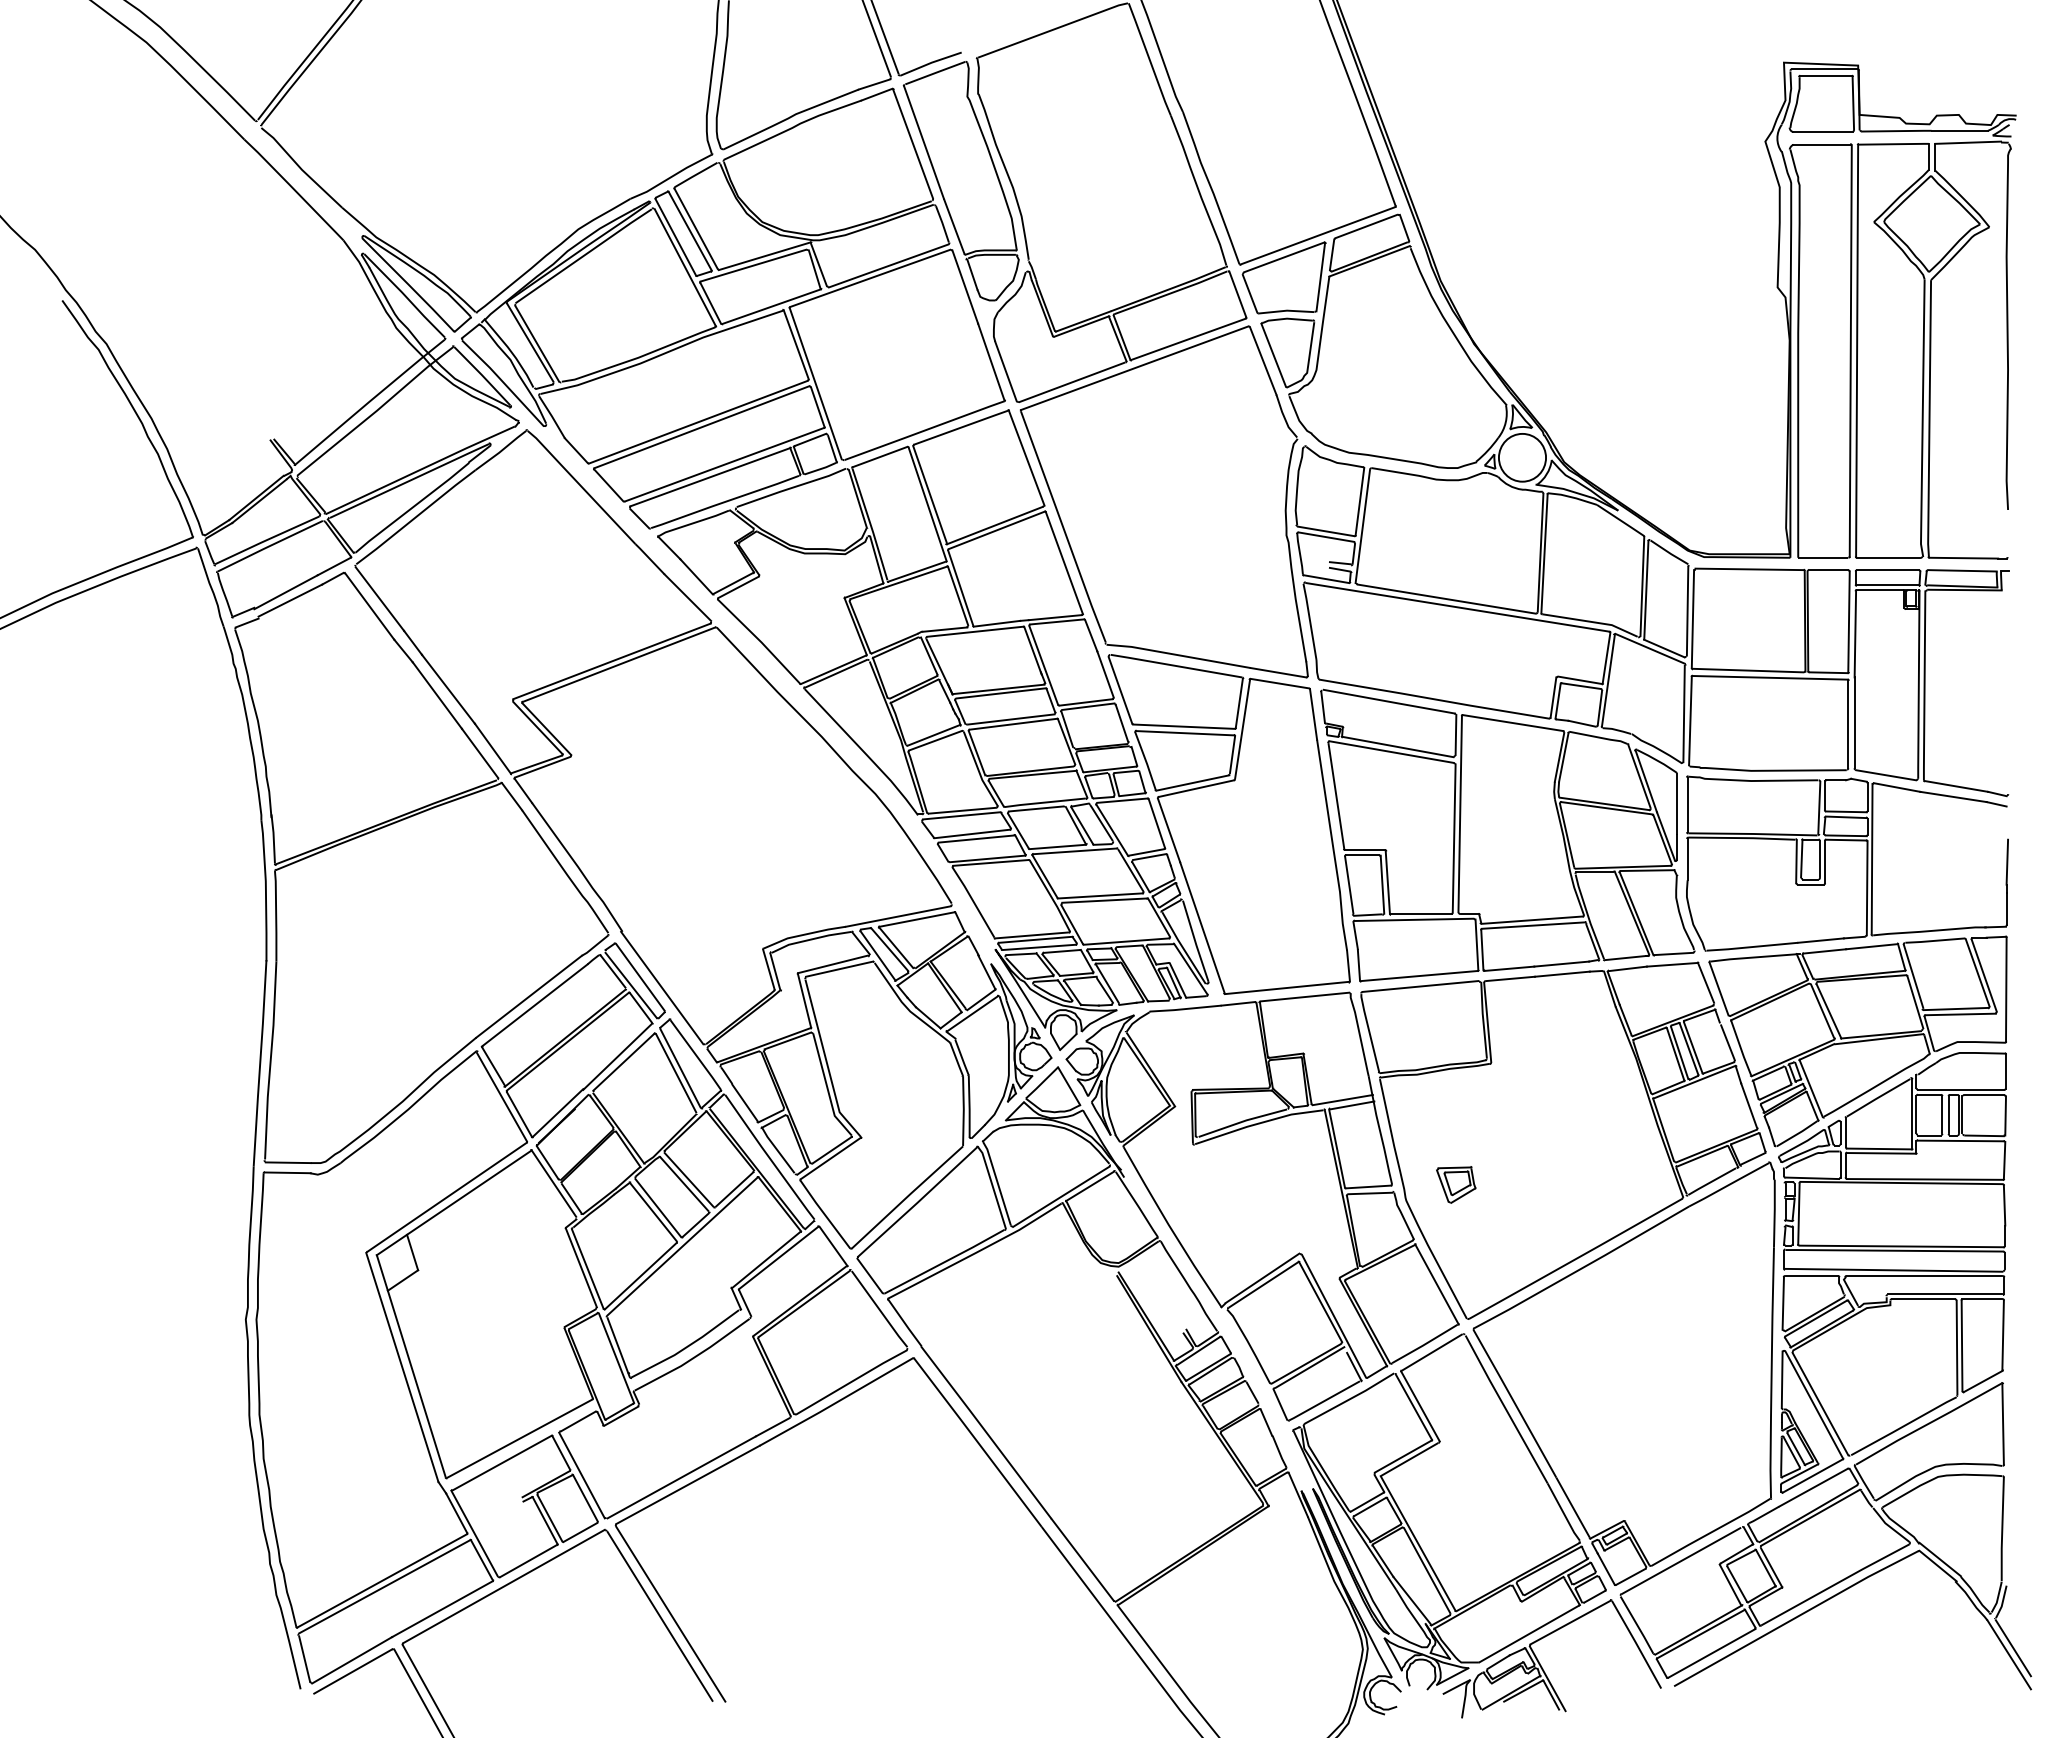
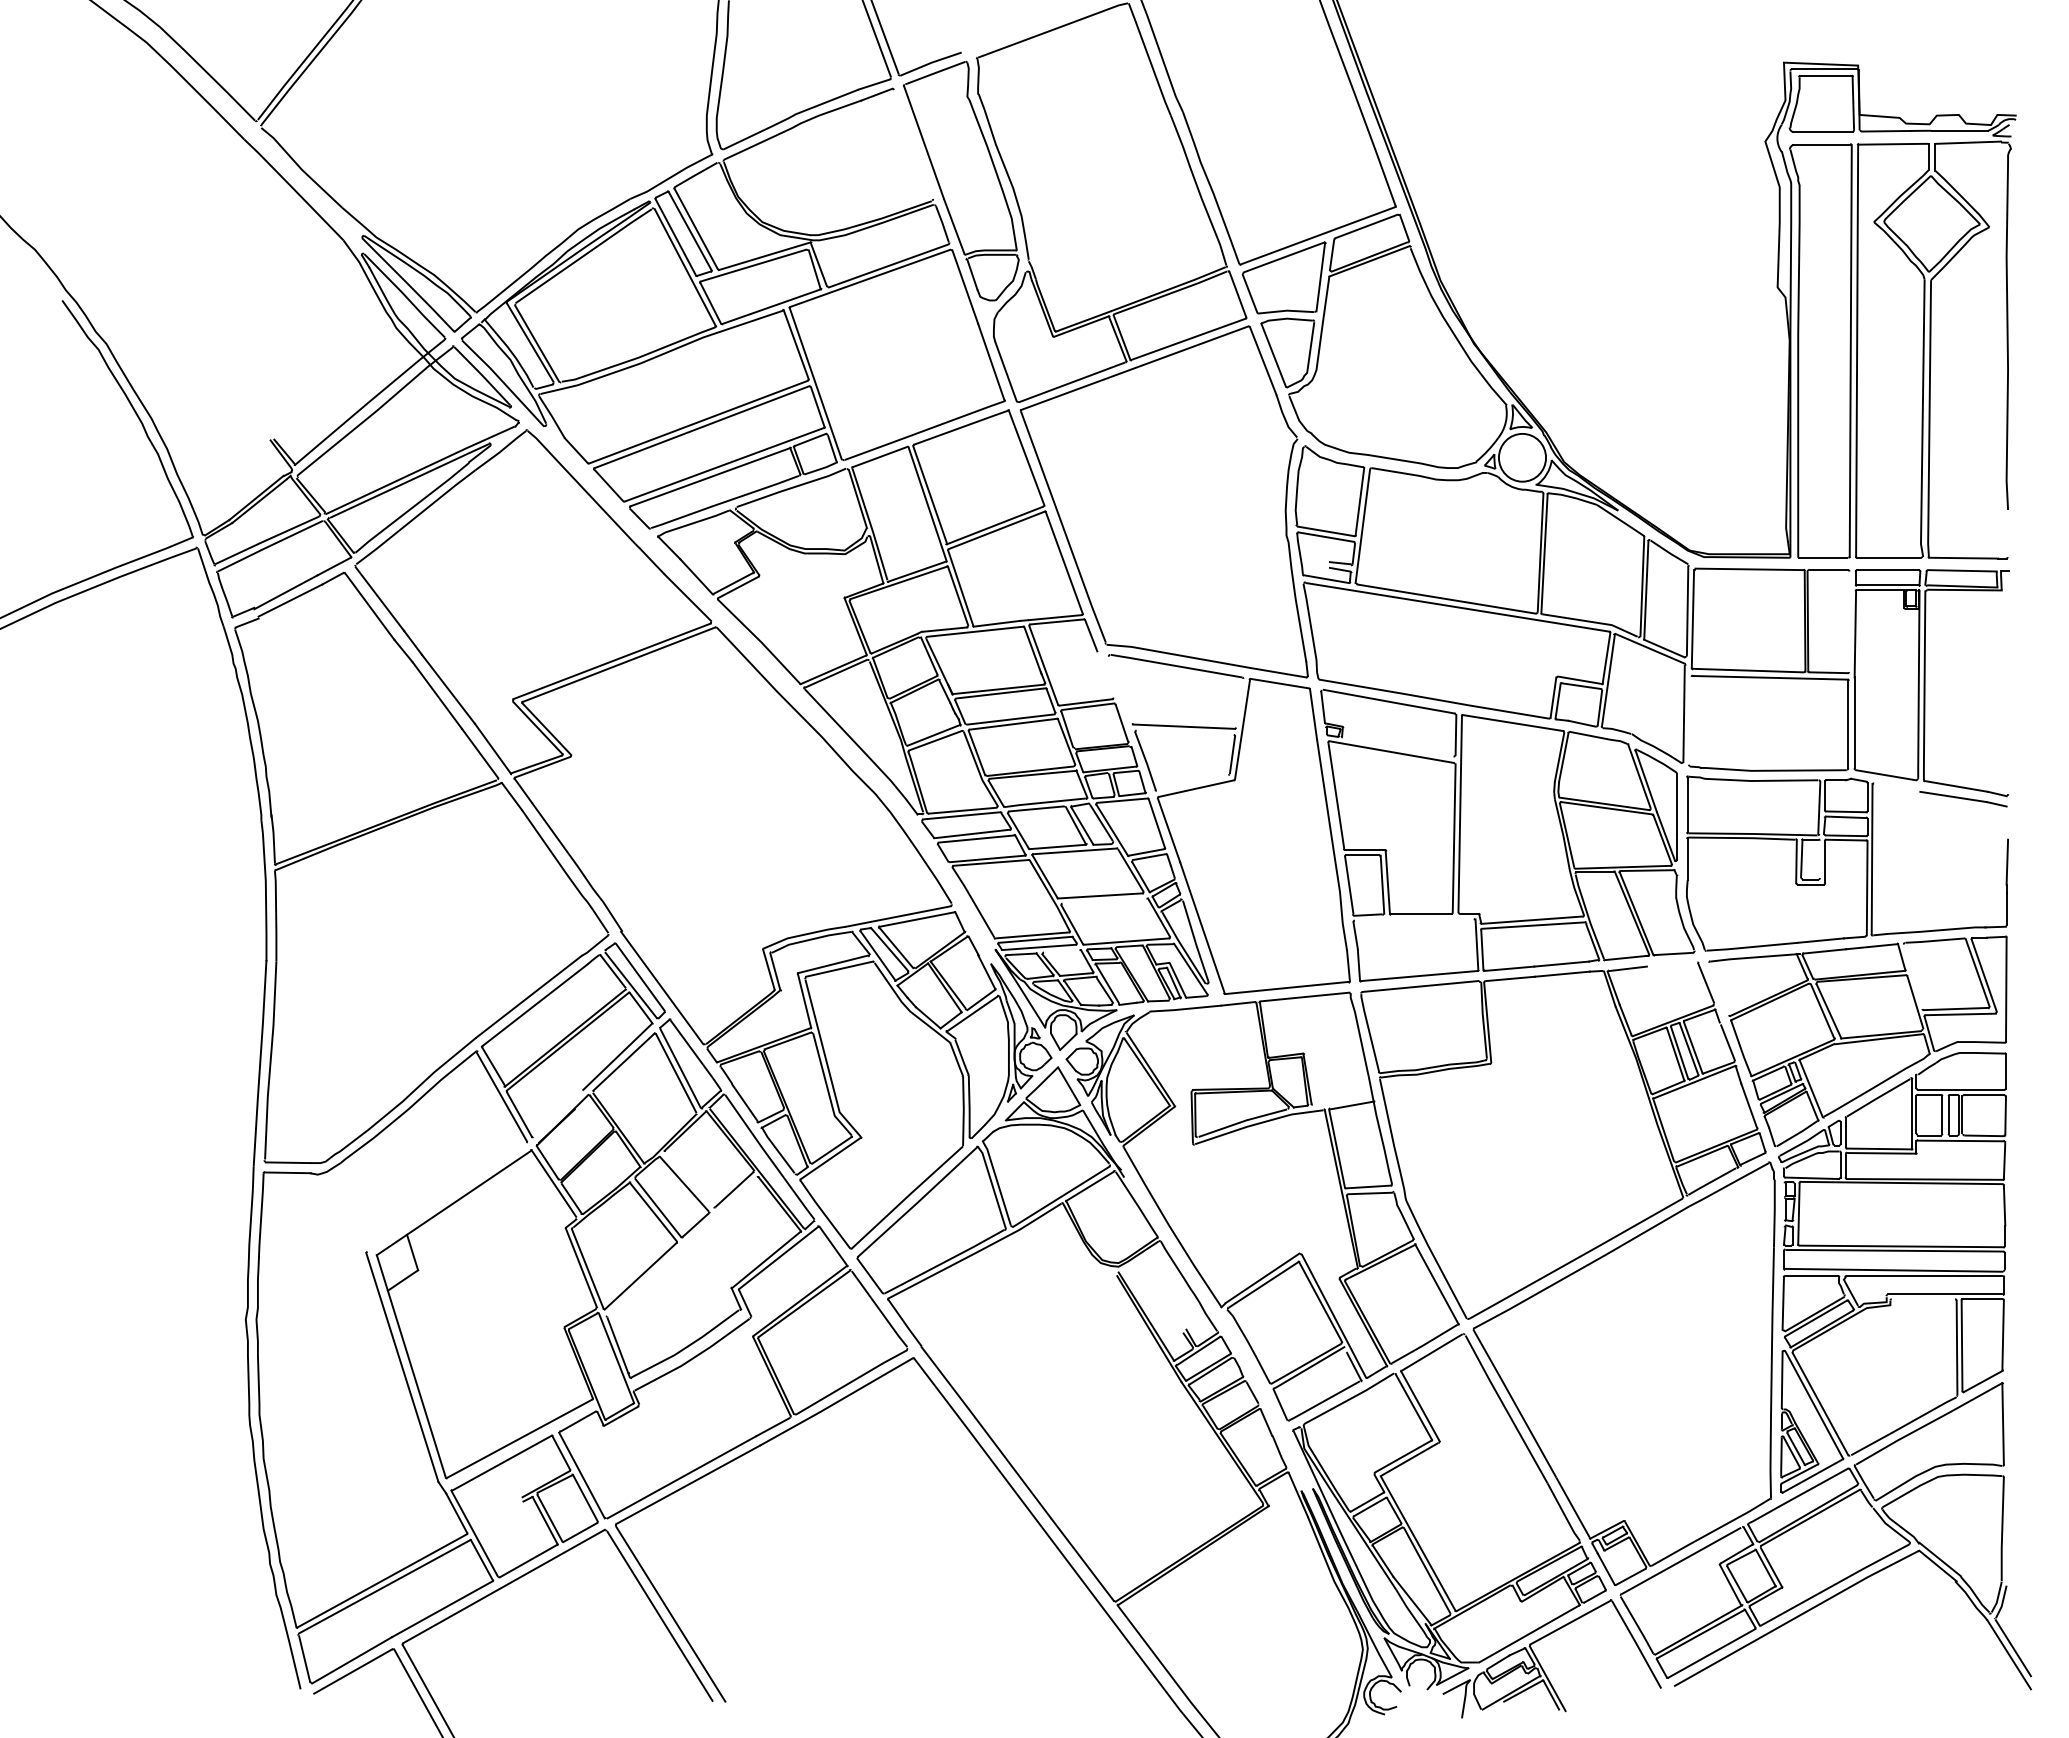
line at (912, 143): present -> none
line at (1848, 621): present -> none
line at (1105, 674): present -> none
line at (1120, 690): present -> none
line at (1238, 703): present -> none
line at (1690, 720): present -> none
line at (1185, 733): present -> none
line at (1397, 746): present -> none
line at (1193, 782): present -> none
line at (1896, 787): present -> none
line at (1820, 858): present -> none
line at (1104, 900): present -> none
line at (1414, 919): present -> none
line at (1062, 951): present -> none
line at (1671, 964): present -> none
line at (1913, 975): present -> none
line at (1718, 988): present -> none
line at (1342, 1100): present -> none
line at (557, 1112): present -> none
line at (688, 1179): present -> none
part at (1456, 1184): present -> none
line at (446, 1196): present -> none
line at (682, 1246): present -> none
line at (1923, 1298): present -> none
